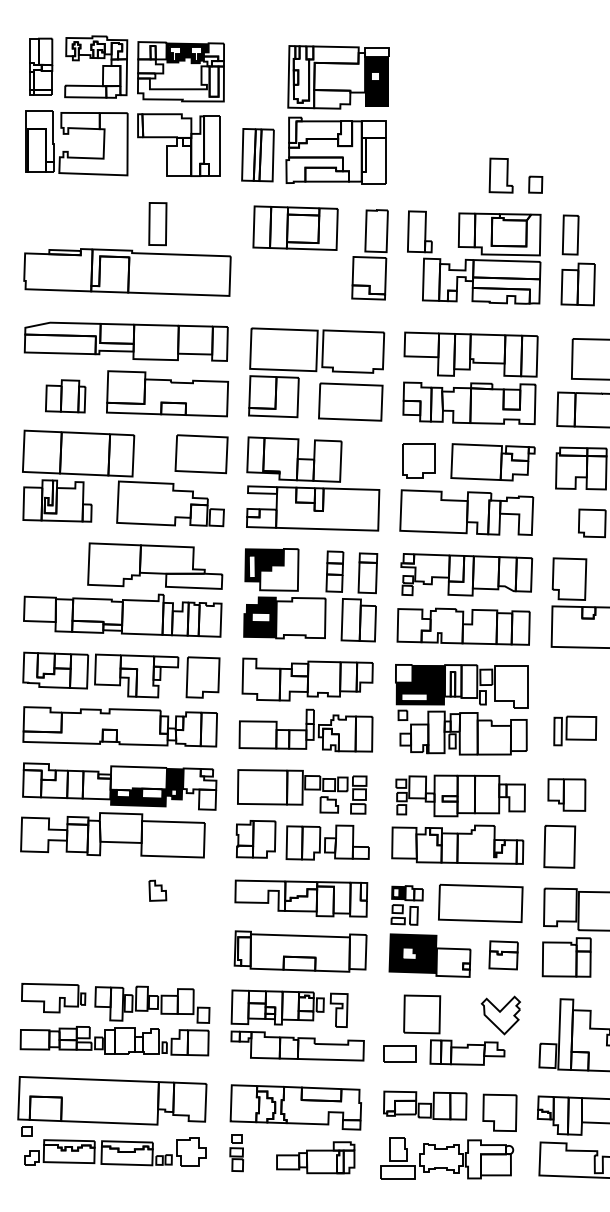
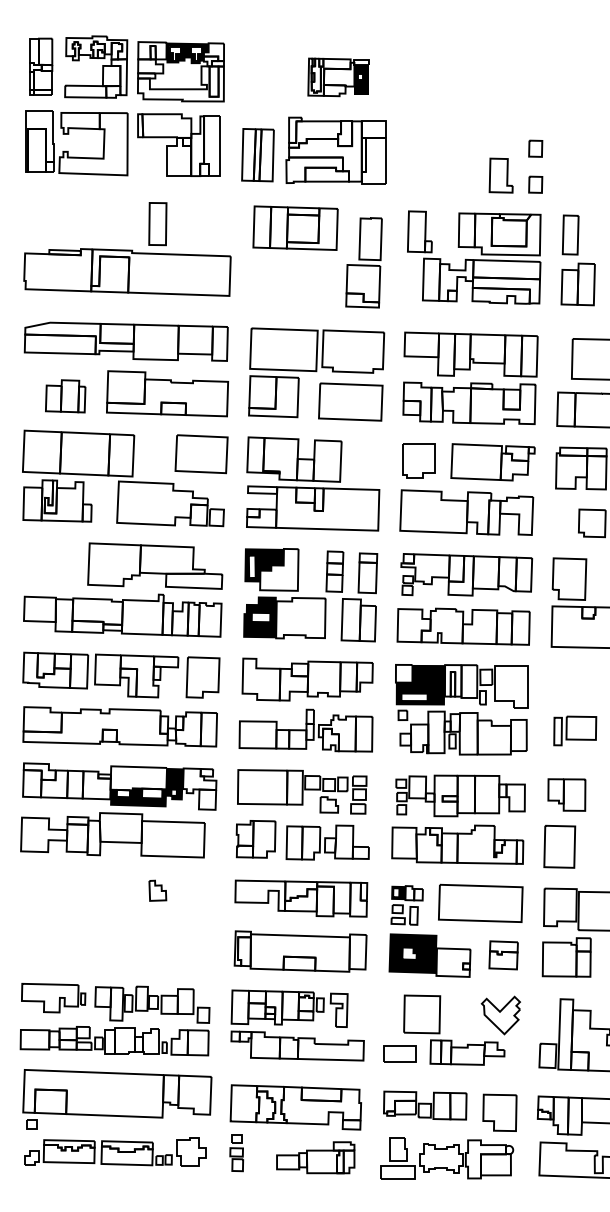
part at (338, 77) size: 103x65 px -> 63x41 px
part at (535, 148): none -> present
part at (369, 254) position: (369, 254) -> (363, 262)
part at (112, 1106) position: (112, 1106) -> (117, 1099)
